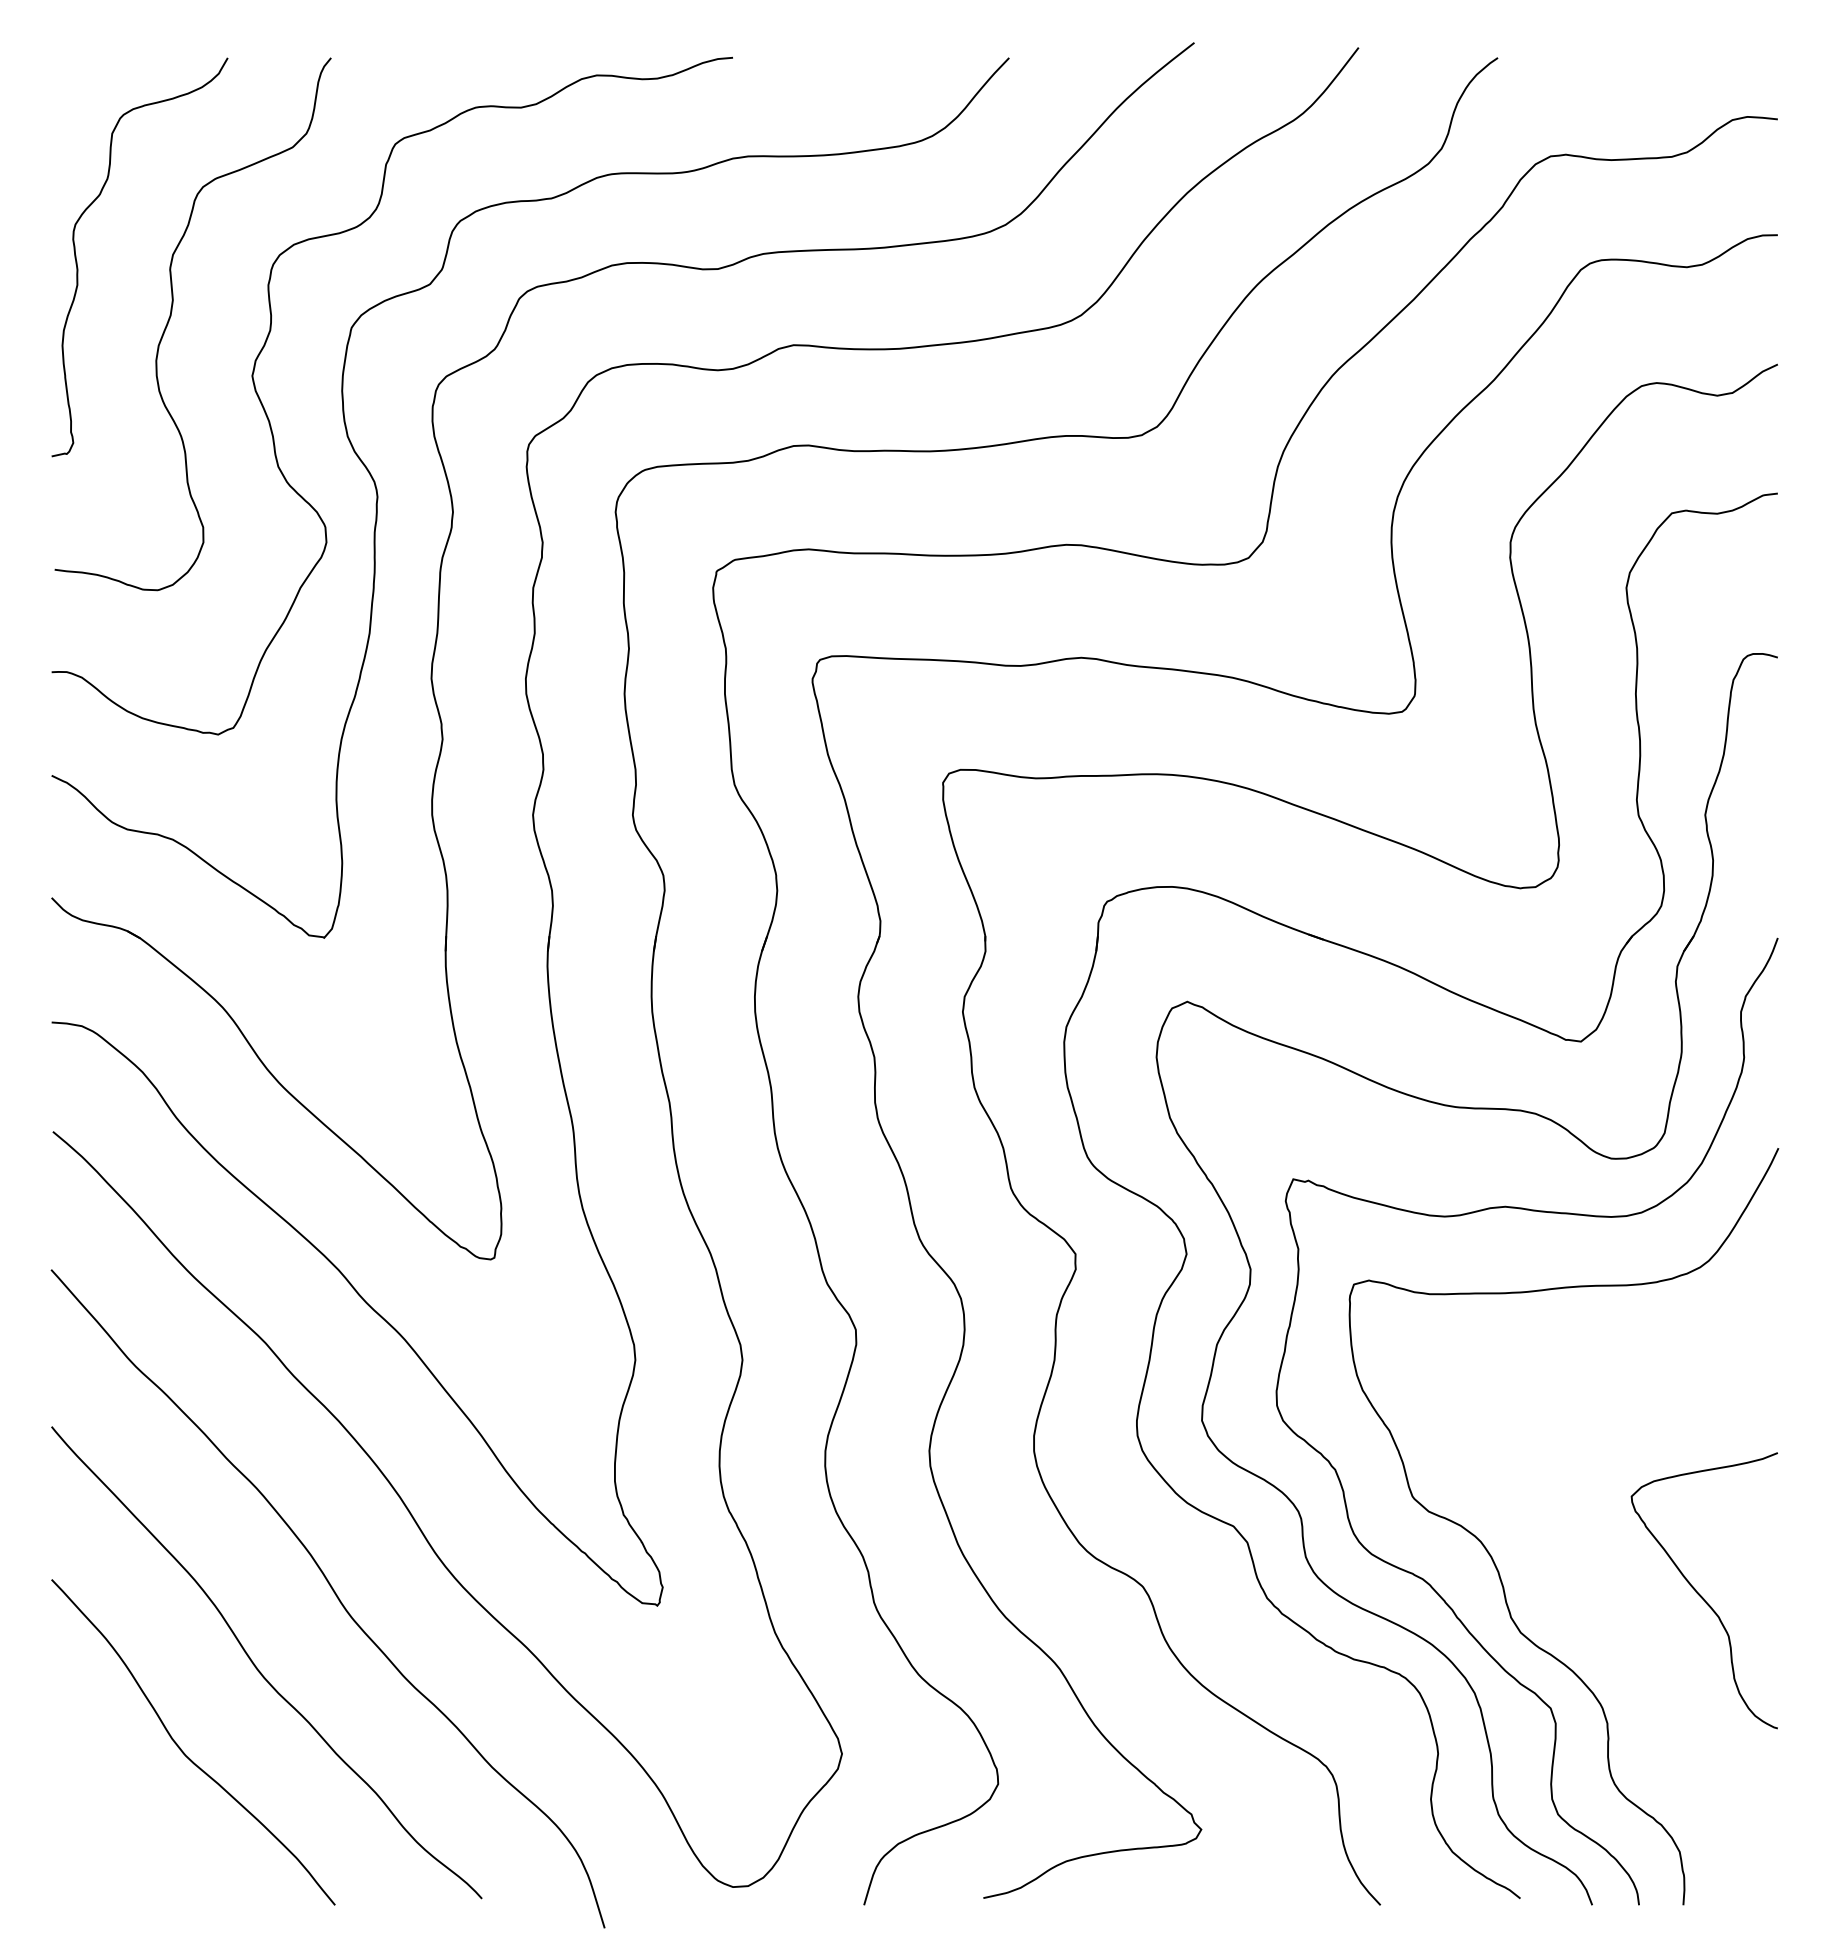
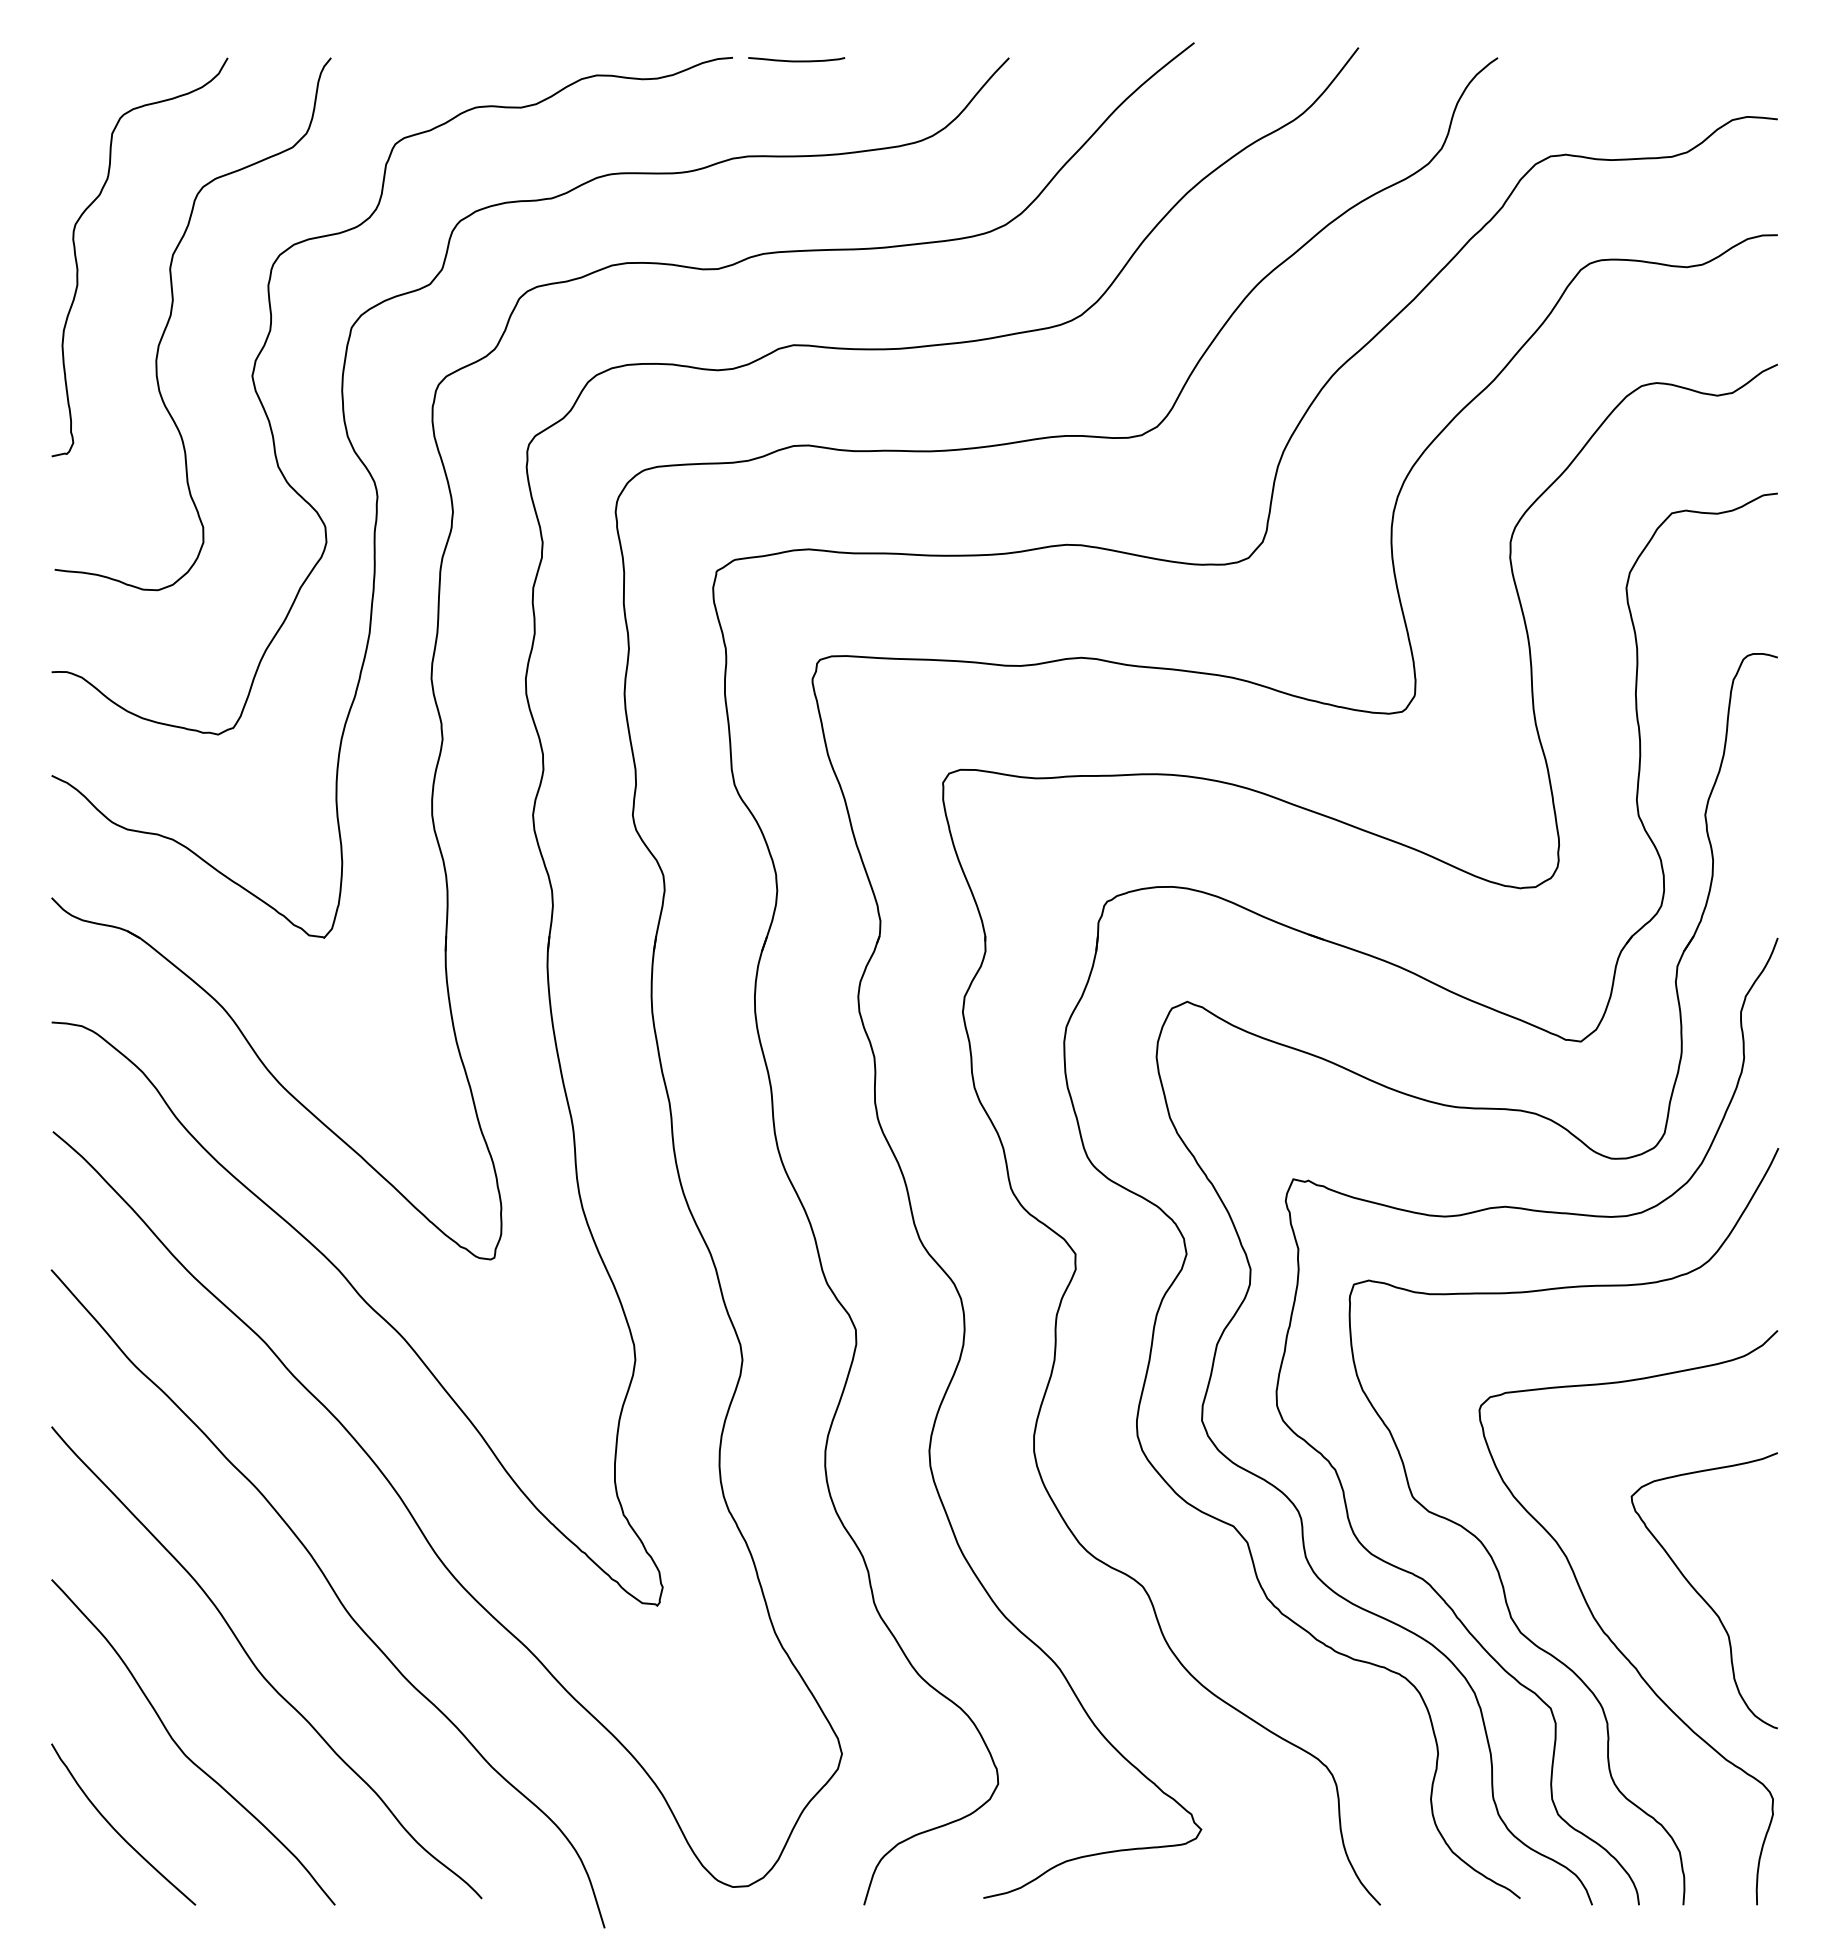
curve at (796, 60): none -> present
curve at (1609, 1636): none -> present
curve at (116, 1830): none -> present
